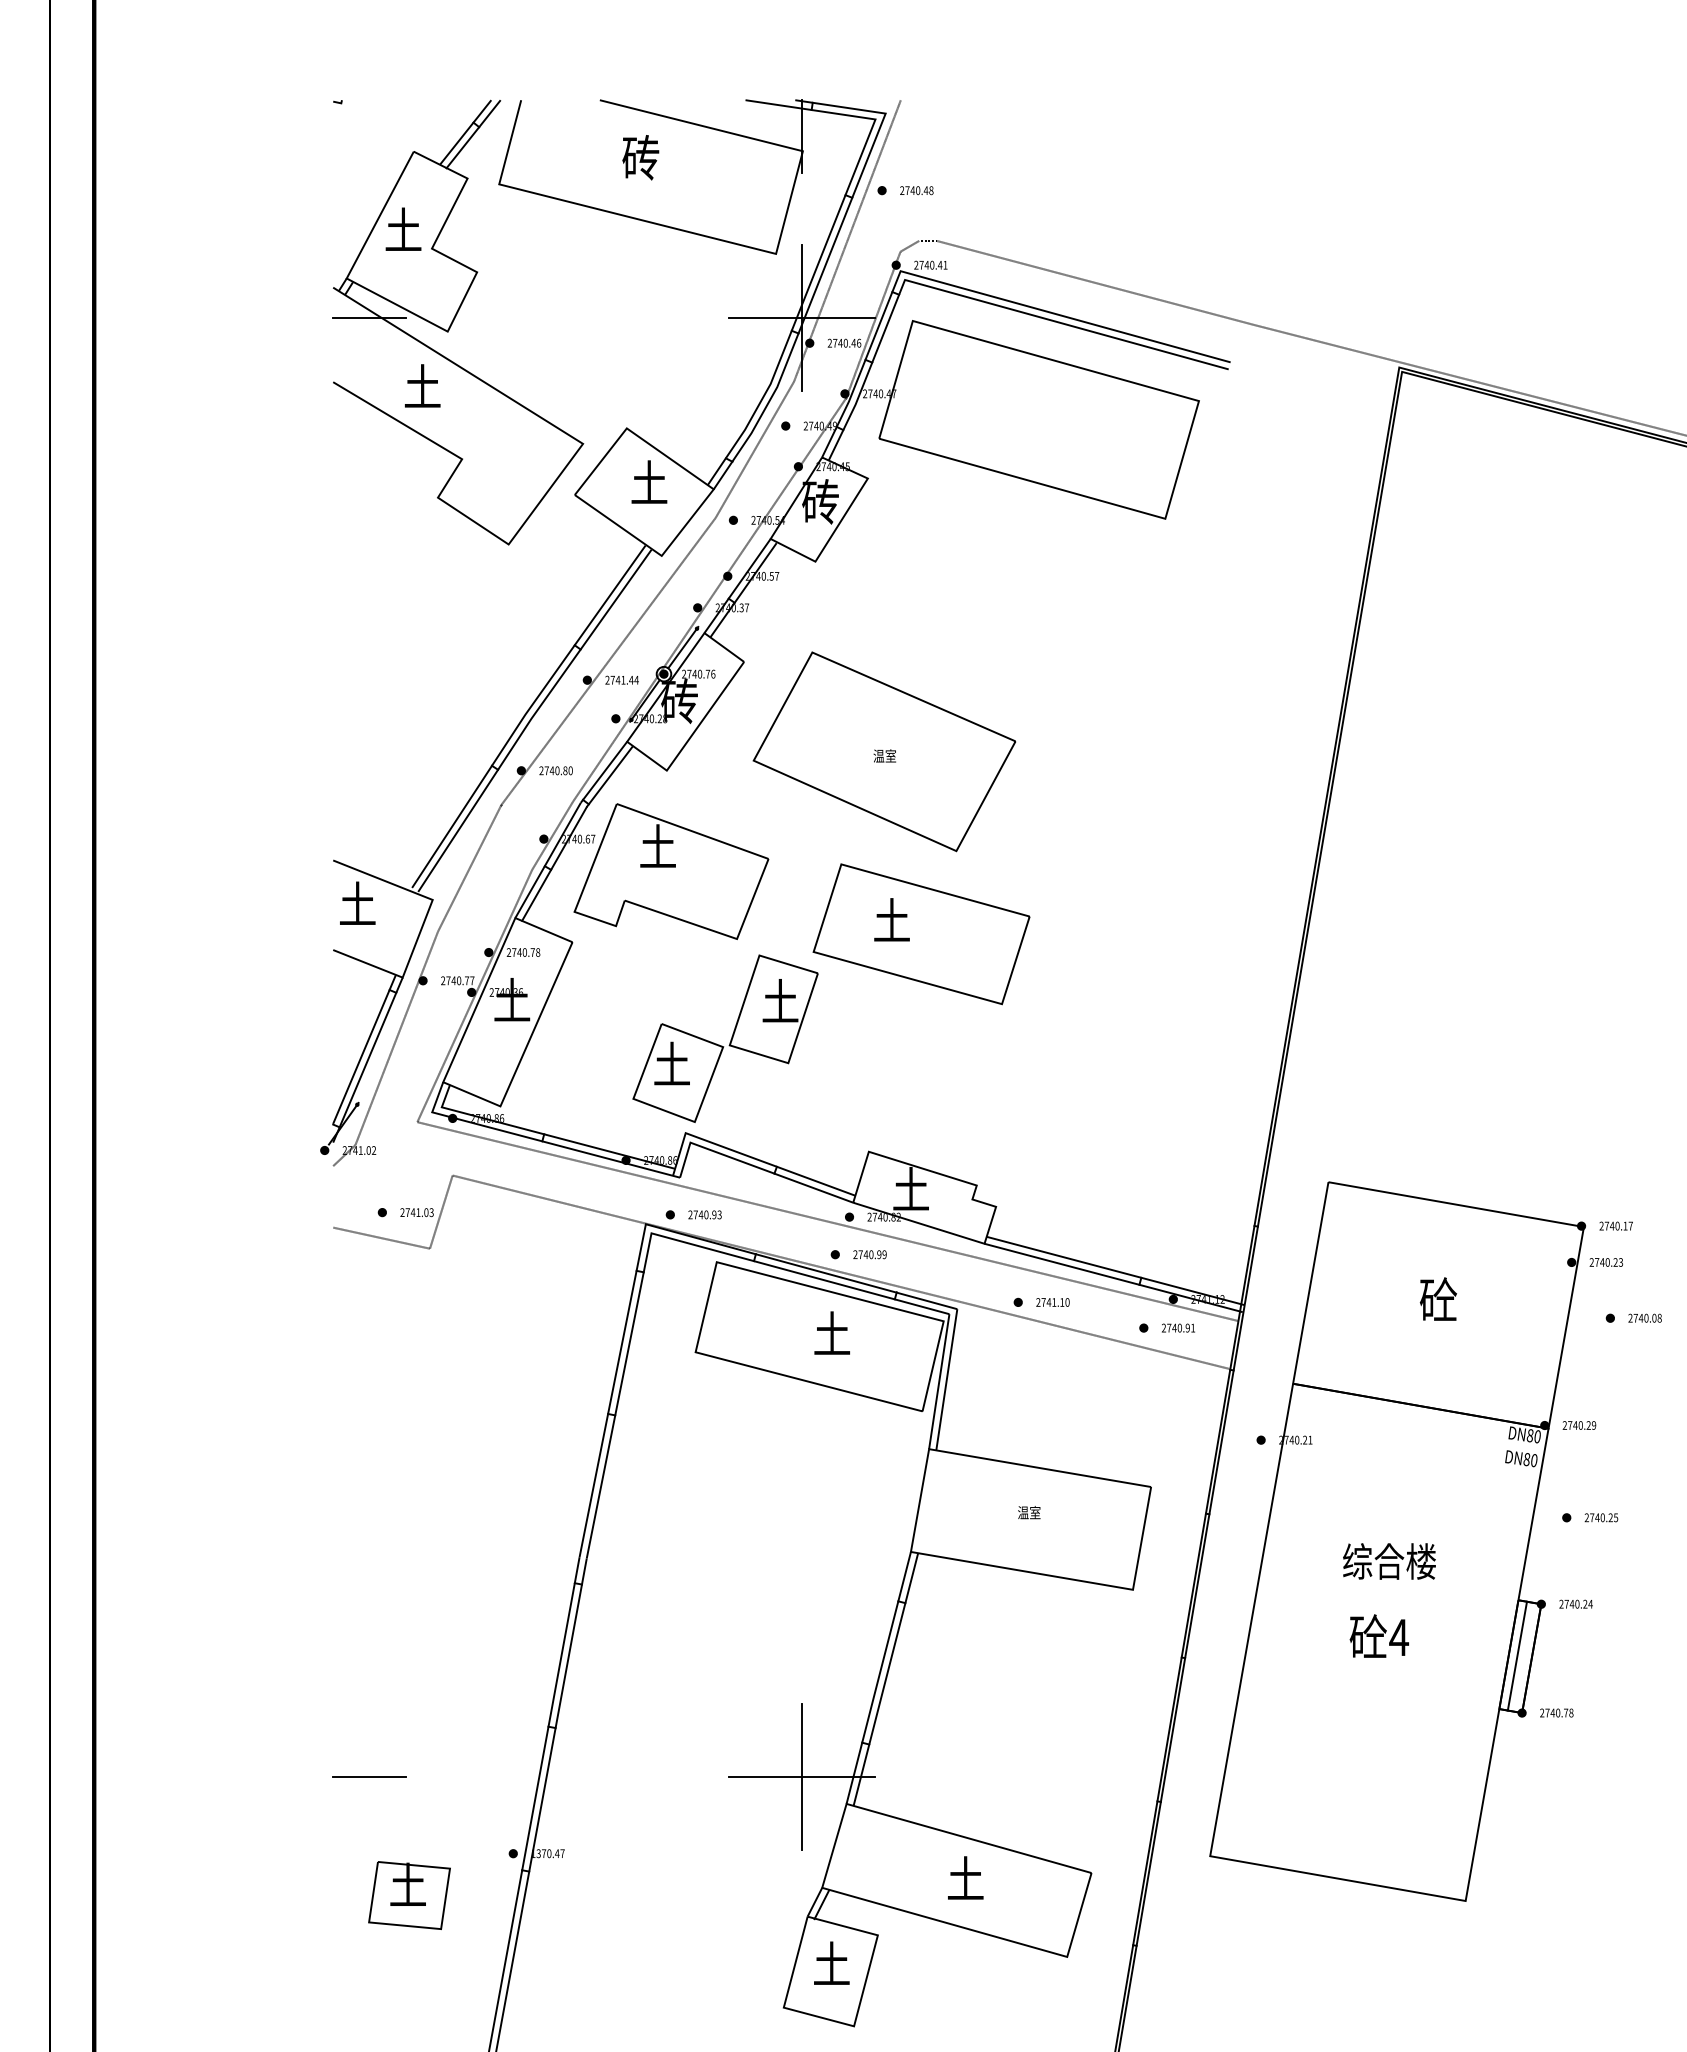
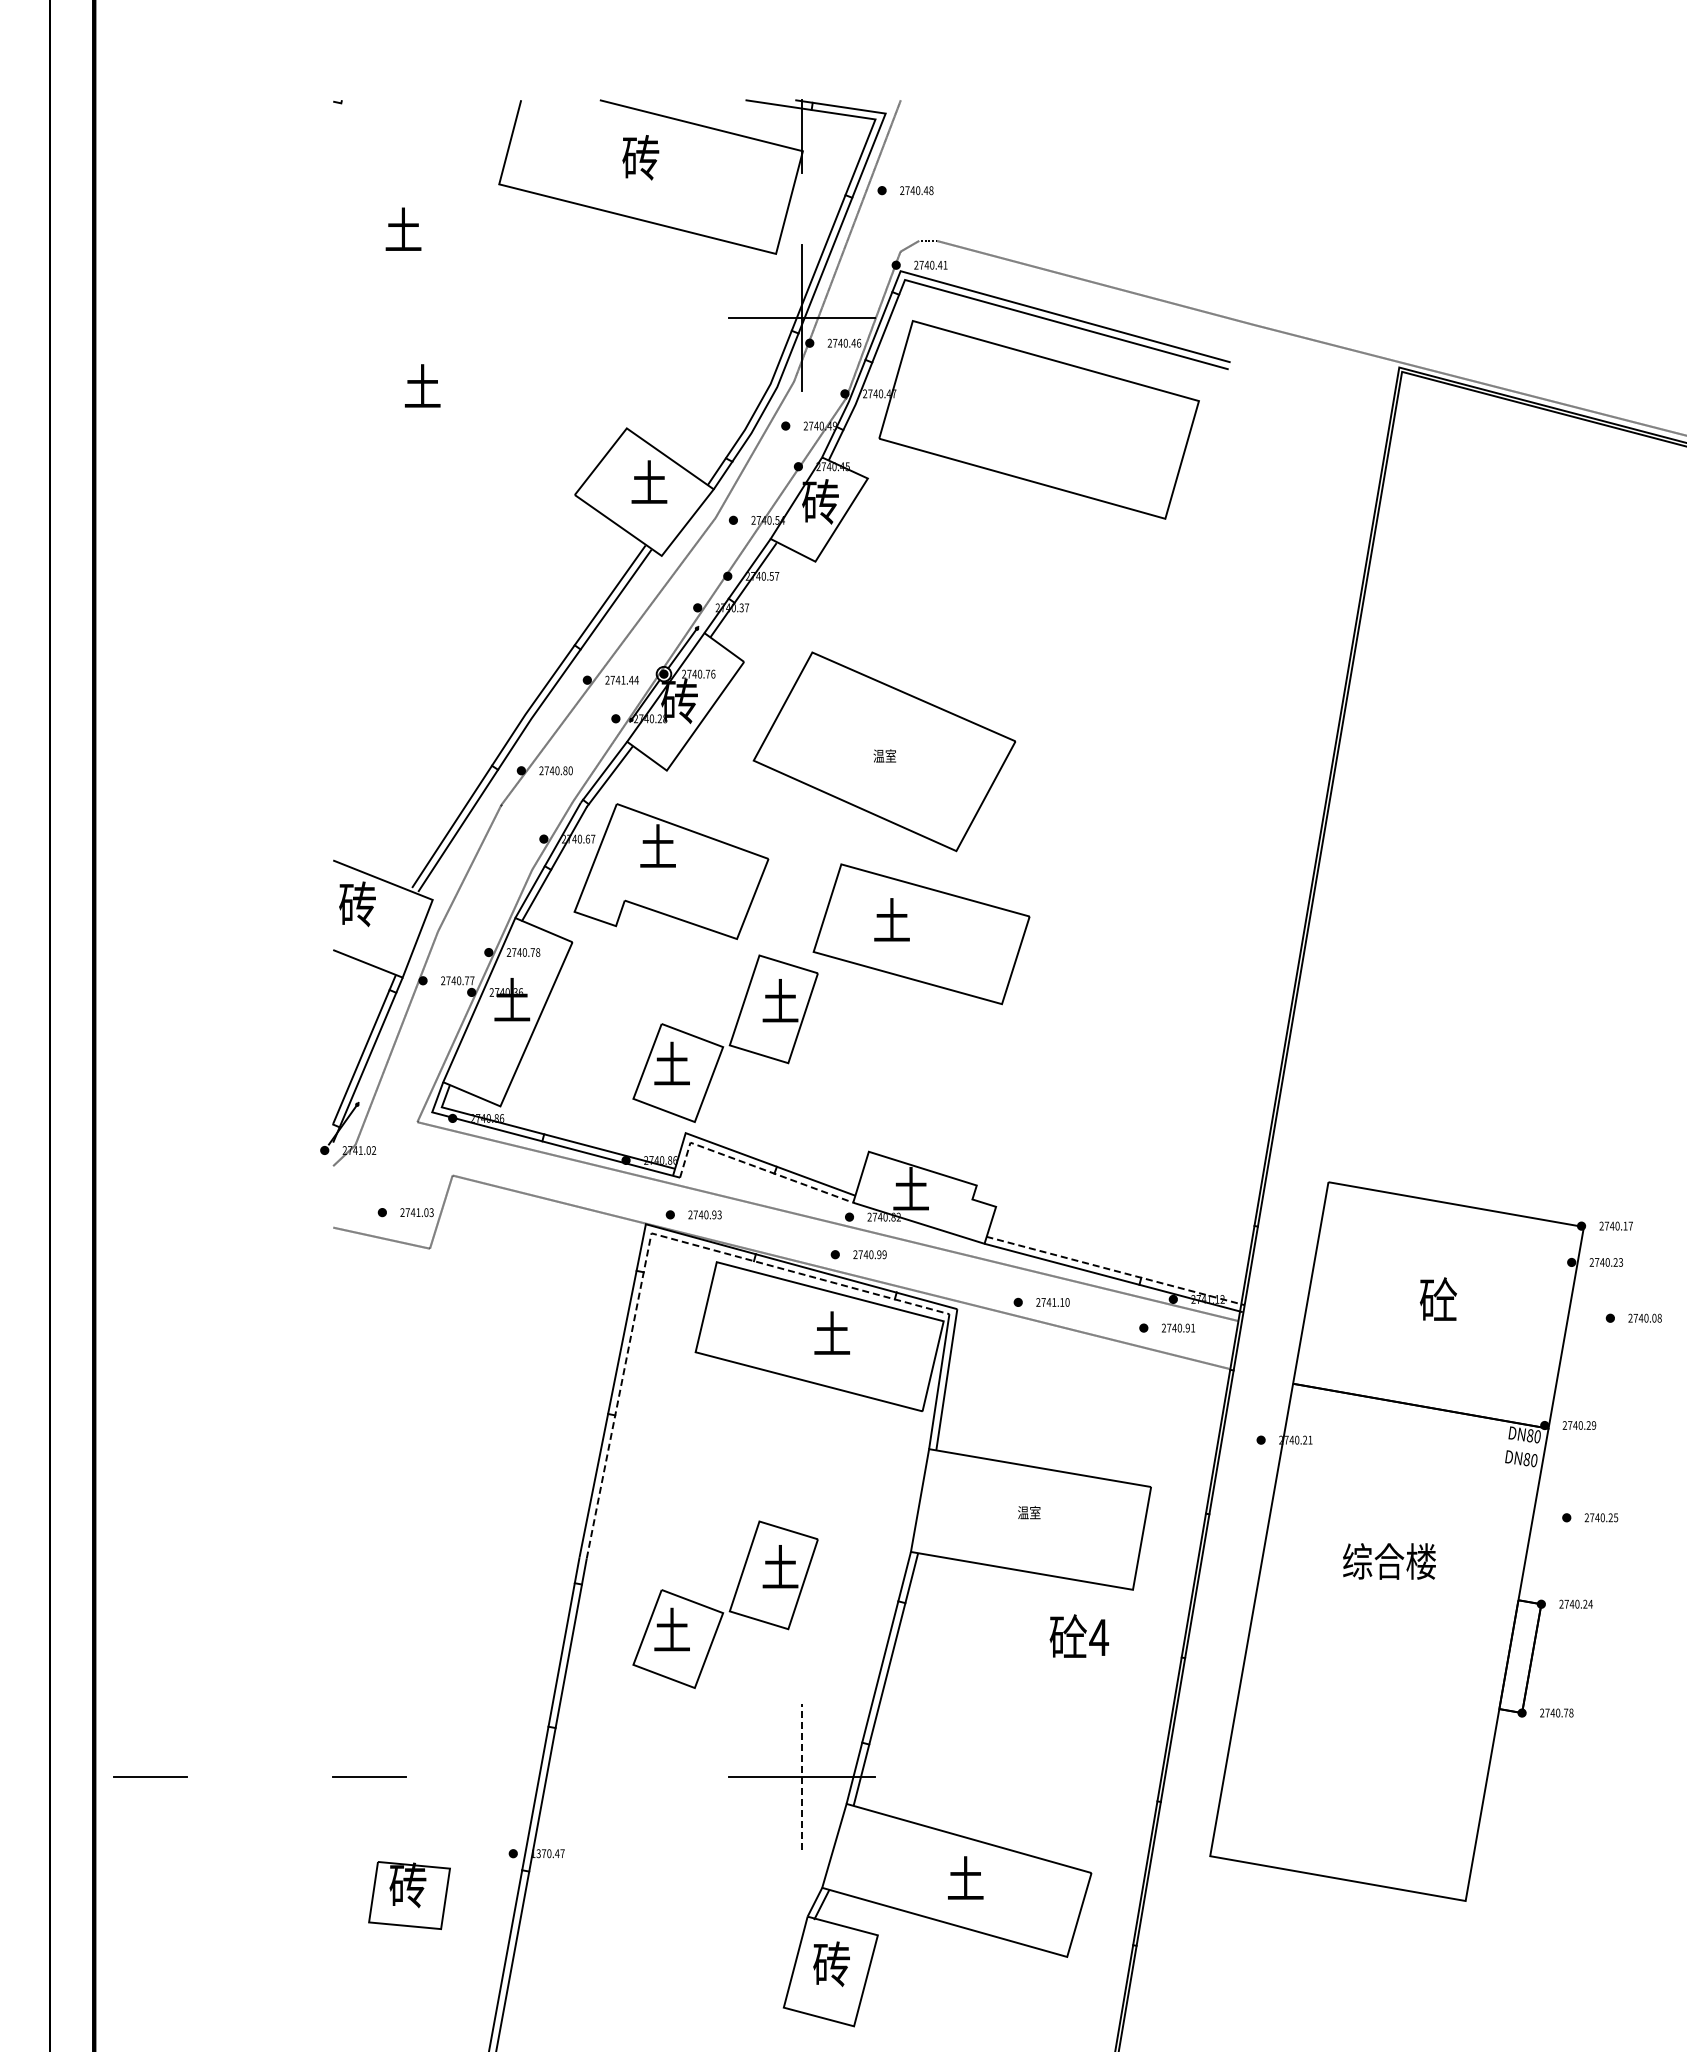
part at (458, 322): present -> none
text at (357, 904): 土 -> 砖
line at (754, 1166): solid -> dashed
line at (649, 1244): solid -> dashed
line at (1115, 1270): solid -> dashed
part at (725, 1604): none -> present
text at (1378, 1635) position: (1378, 1635) -> (1078, 1635)
line at (1517, 1655): present -> none
line at (150, 1776): none -> present
line at (802, 1777): solid -> dashed
text at (407, 1885): 土 -> 砖
text at (831, 1964): 土 -> 砖
